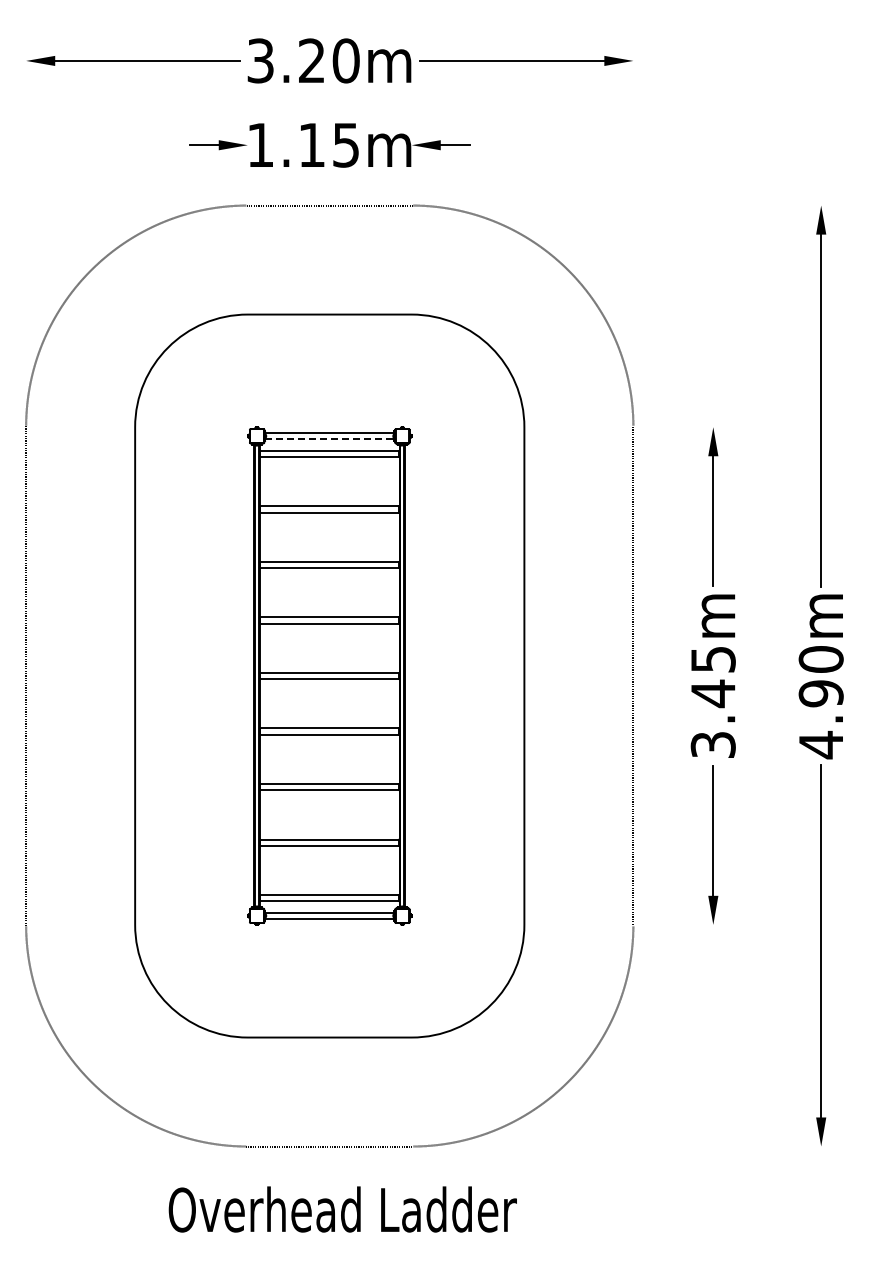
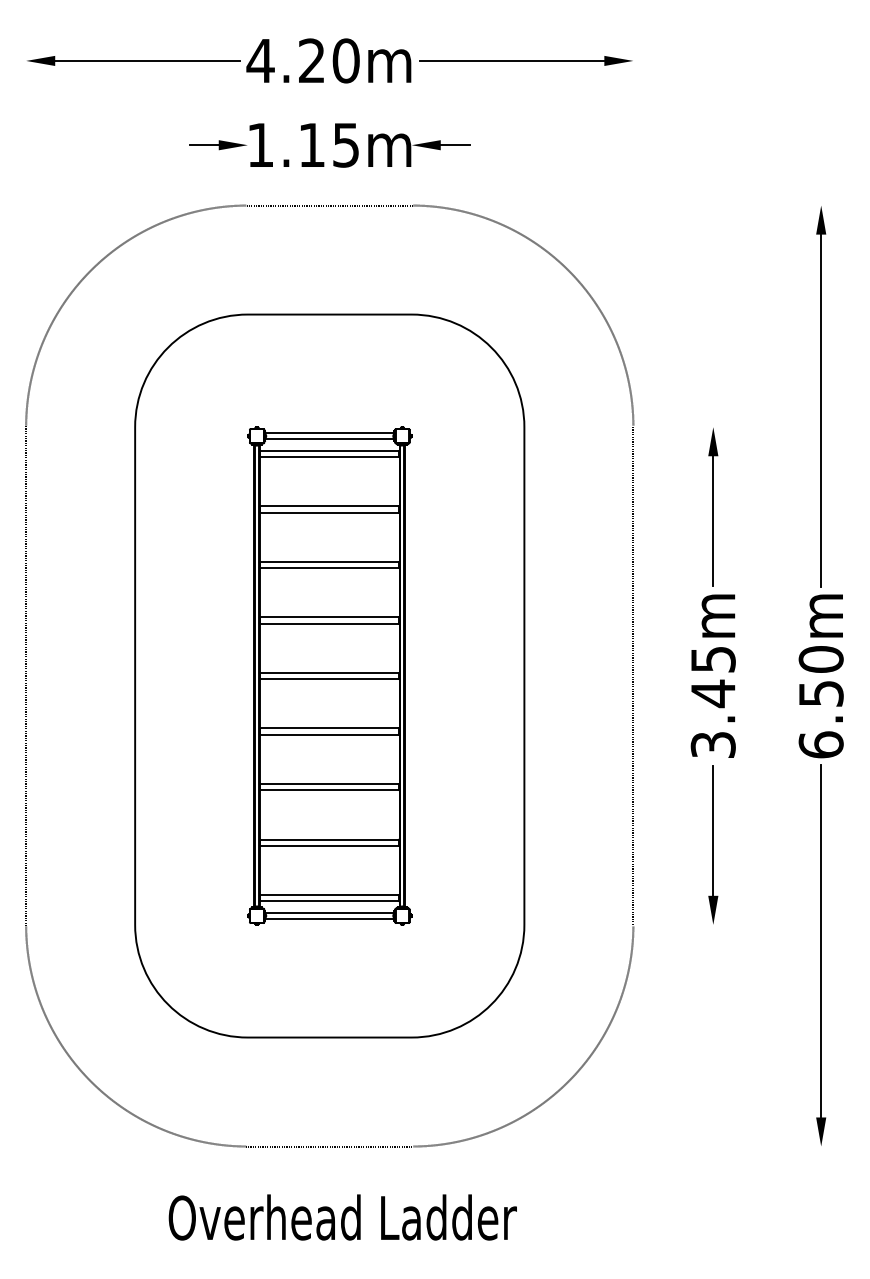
text at (260, 60): 3.20m -> 4.20m
line at (329, 439): dashed -> solid
text at (820, 719): 4.90m -> 6.50m
text at (342, 1209) position: (342, 1209) -> (342, 1217)
